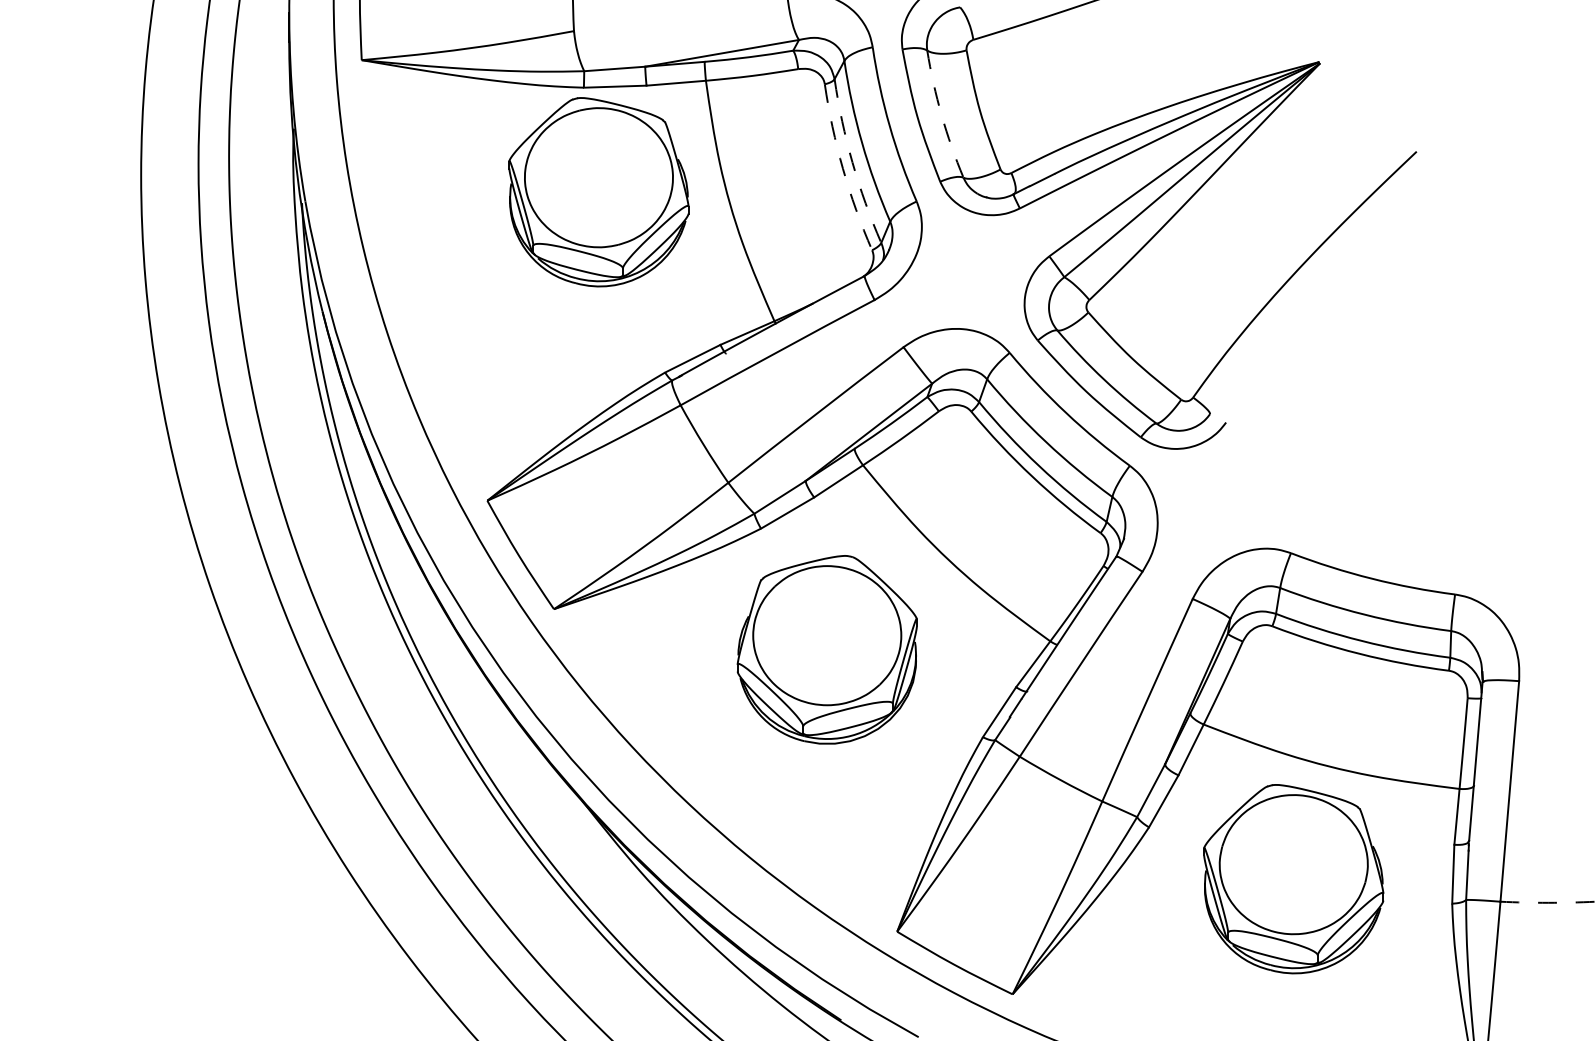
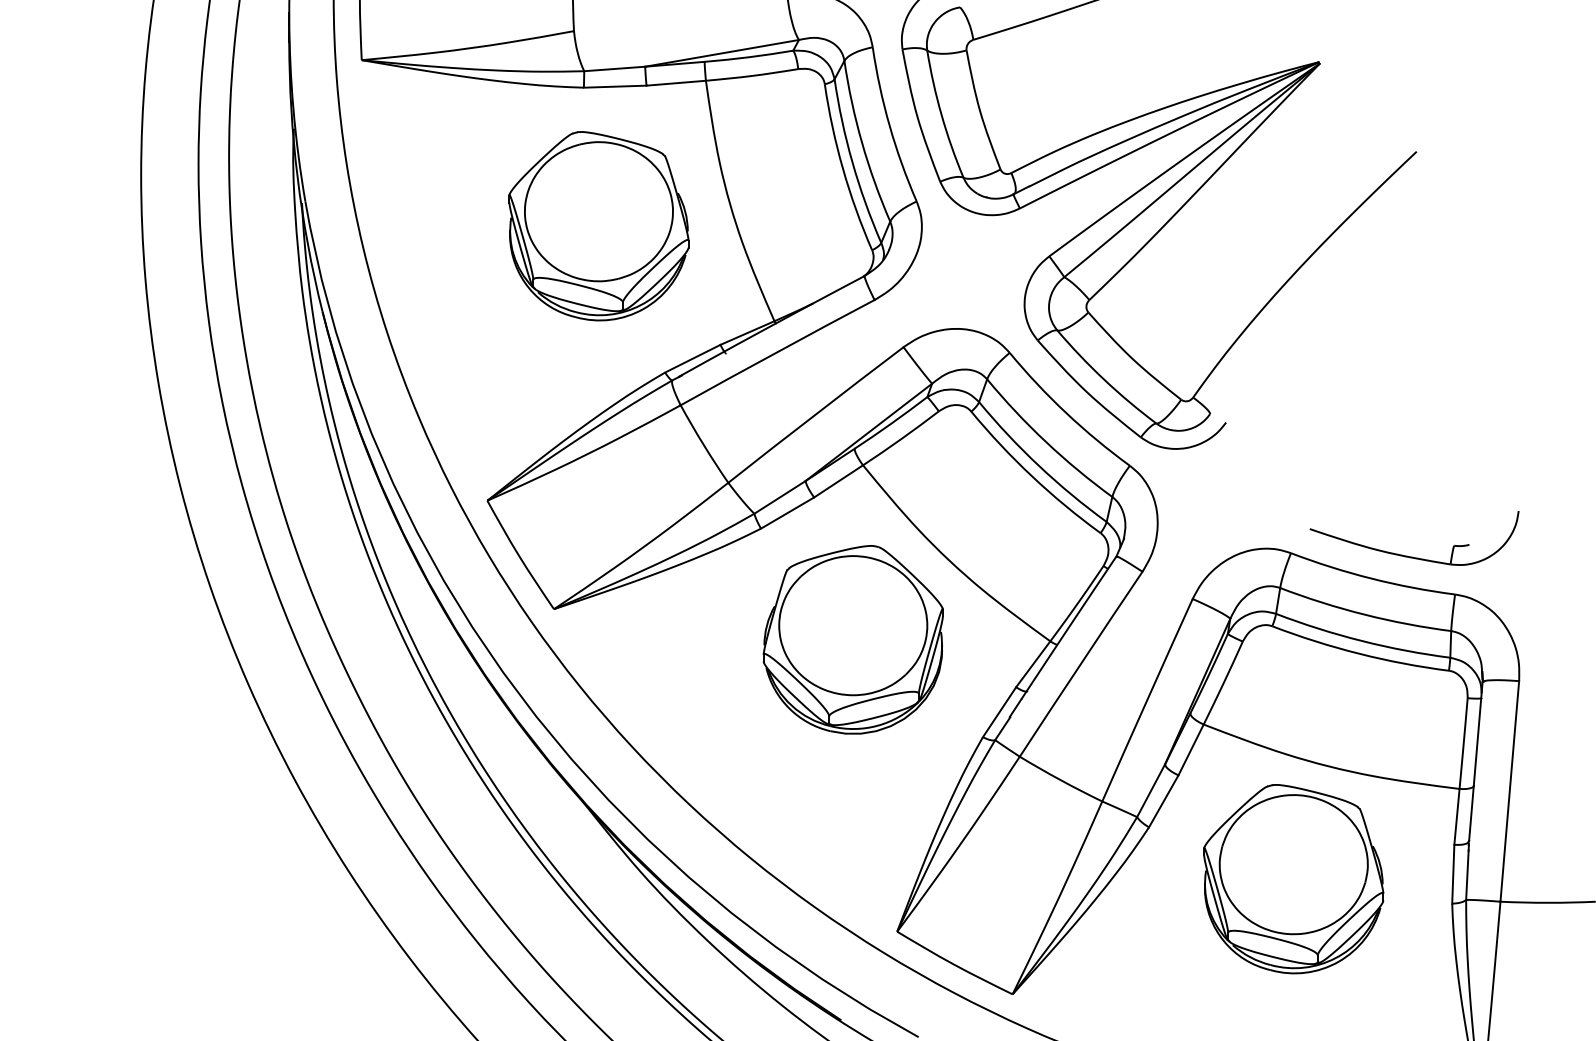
arc at (941, 115): dashed -> solid
arc at (852, 162): dashed -> solid
arc at (842, 168): dashed -> solid
part at (598, 192) position: (598, 192) -> (598, 226)
part at (1412, 556): none -> present
part at (826, 649) position: (826, 649) -> (852, 639)
arc at (1548, 902): dashed -> solid
